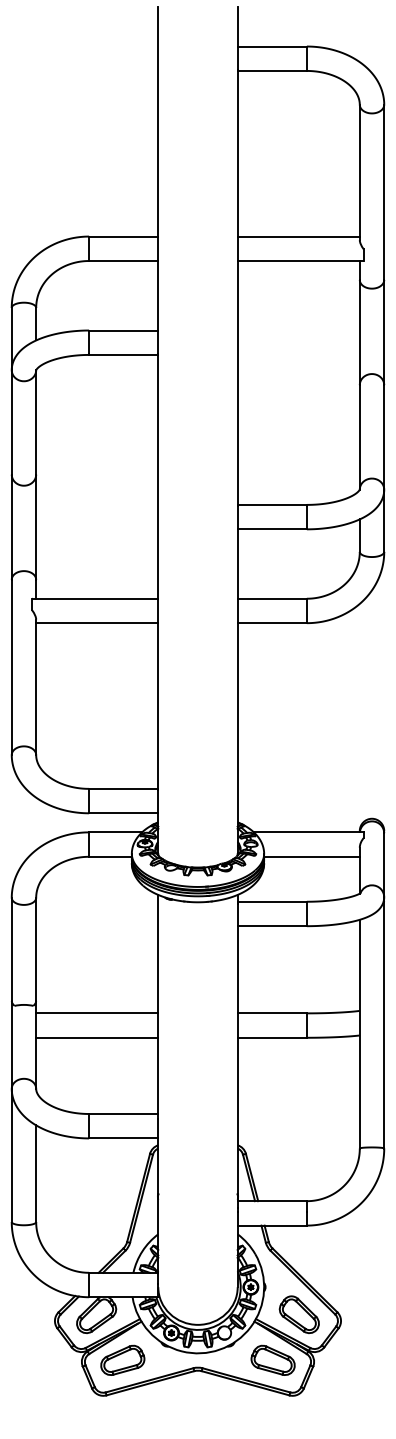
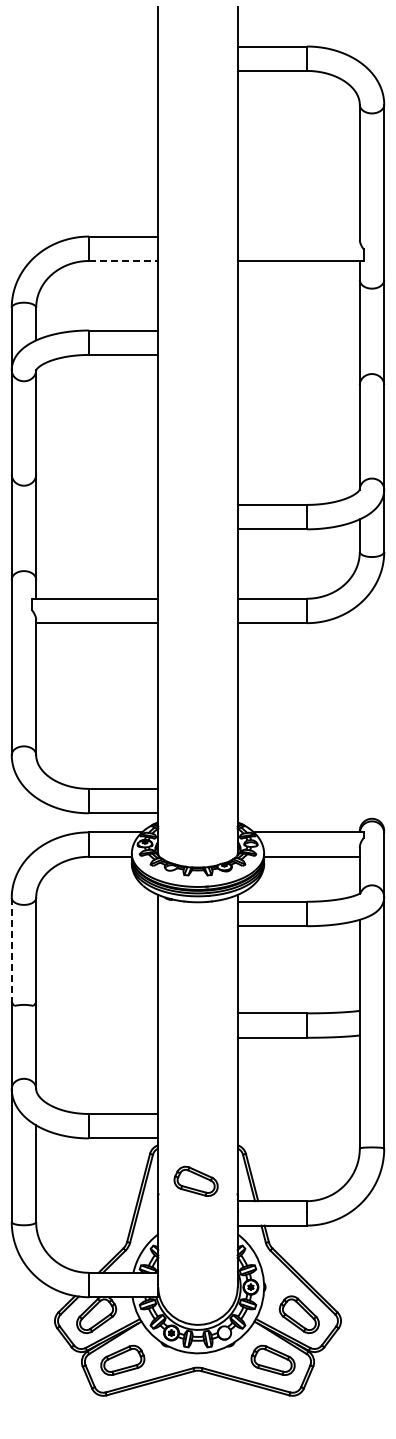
line at (298, 236): present -> none
line at (123, 261): solid -> dashed
line at (11, 949): solid -> dashed
line at (97, 1013): present -> none
line at (97, 1037): present -> none
part at (195, 1180): none -> present
